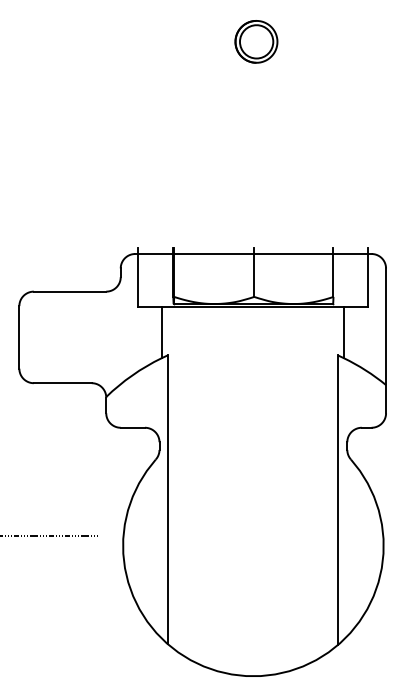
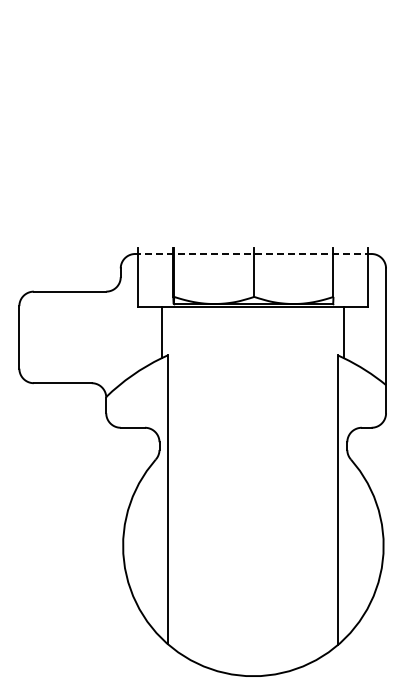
part at (256, 41): present -> none
line at (252, 253): solid -> dashed
line at (50, 535): present -> none
